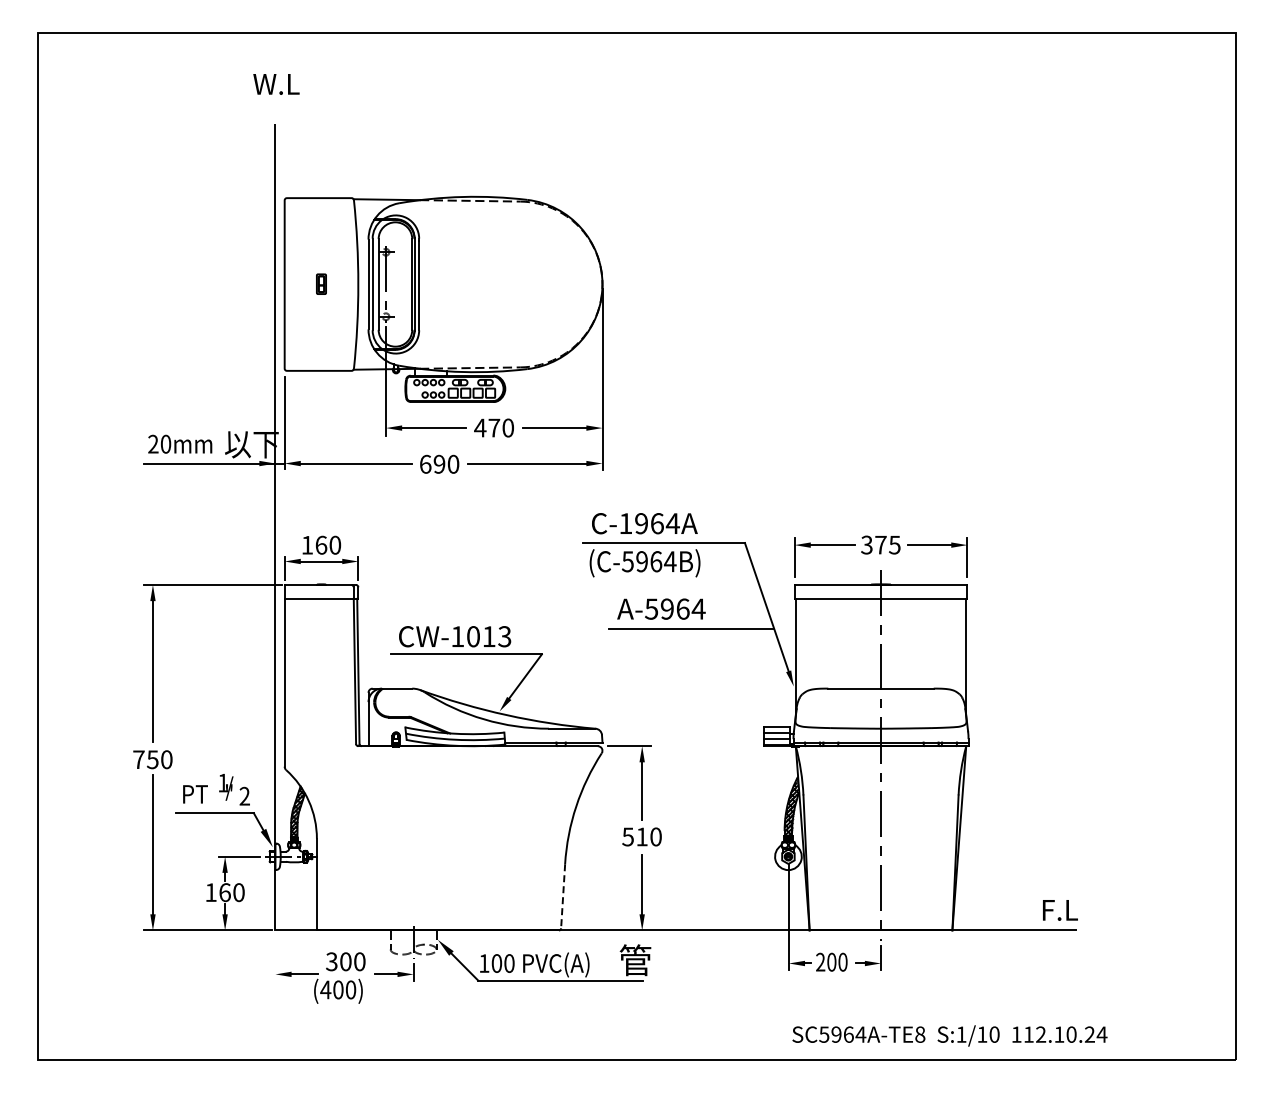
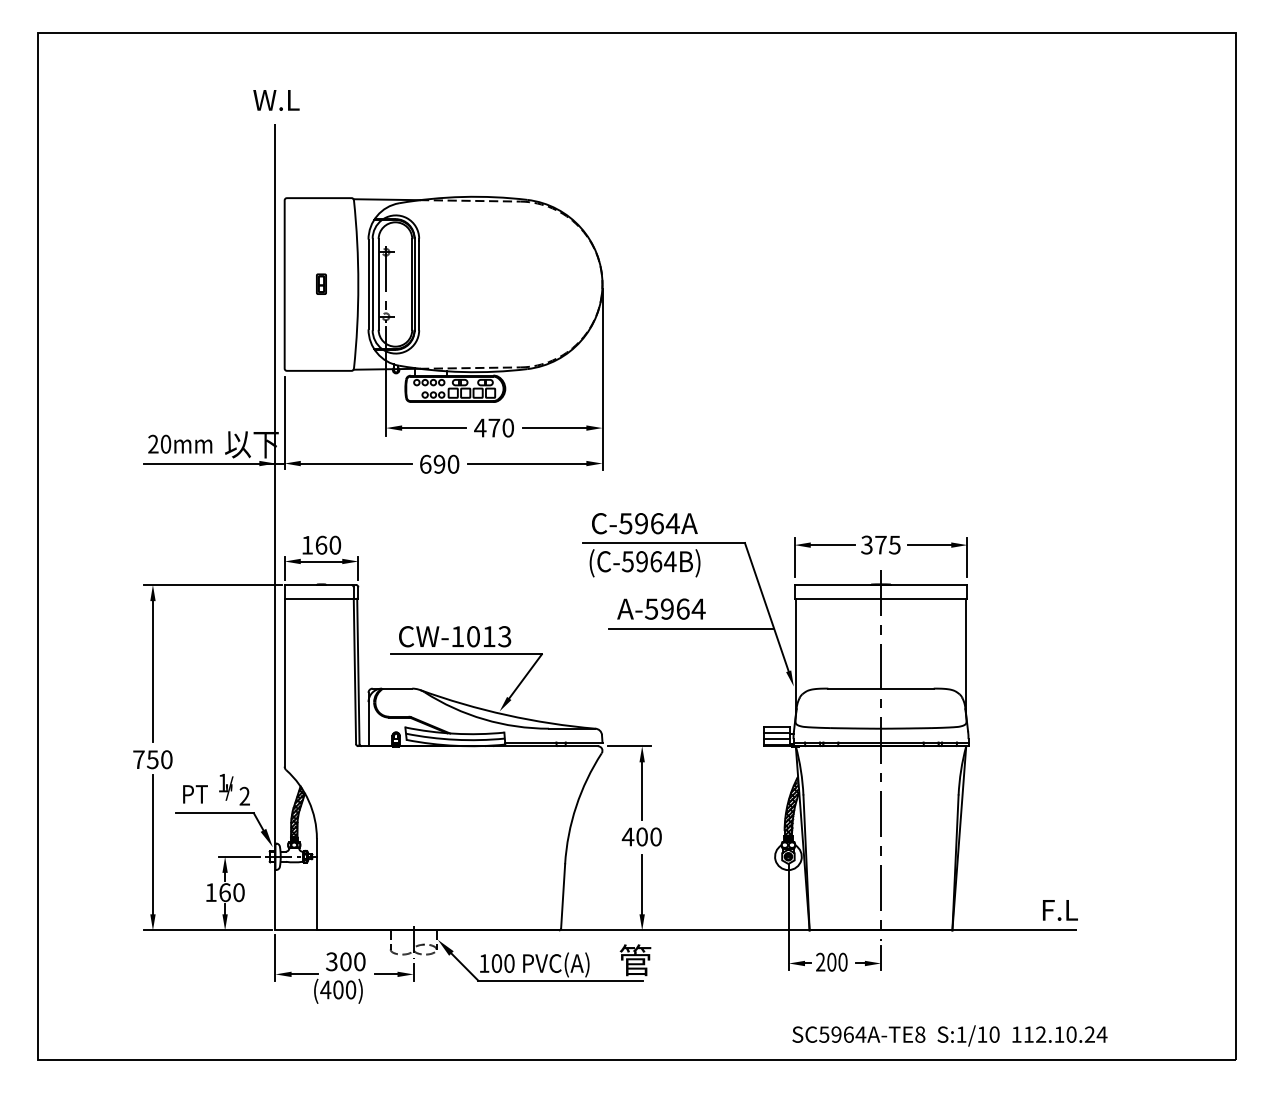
text at (276, 84) position: (276, 84) -> (276, 100)
text at (625, 523): C-1964A -> C-5964A
text at (634, 836): 510 -> 400
line at (563, 896): dashed -> solid
line at (275, 958): none -> present
